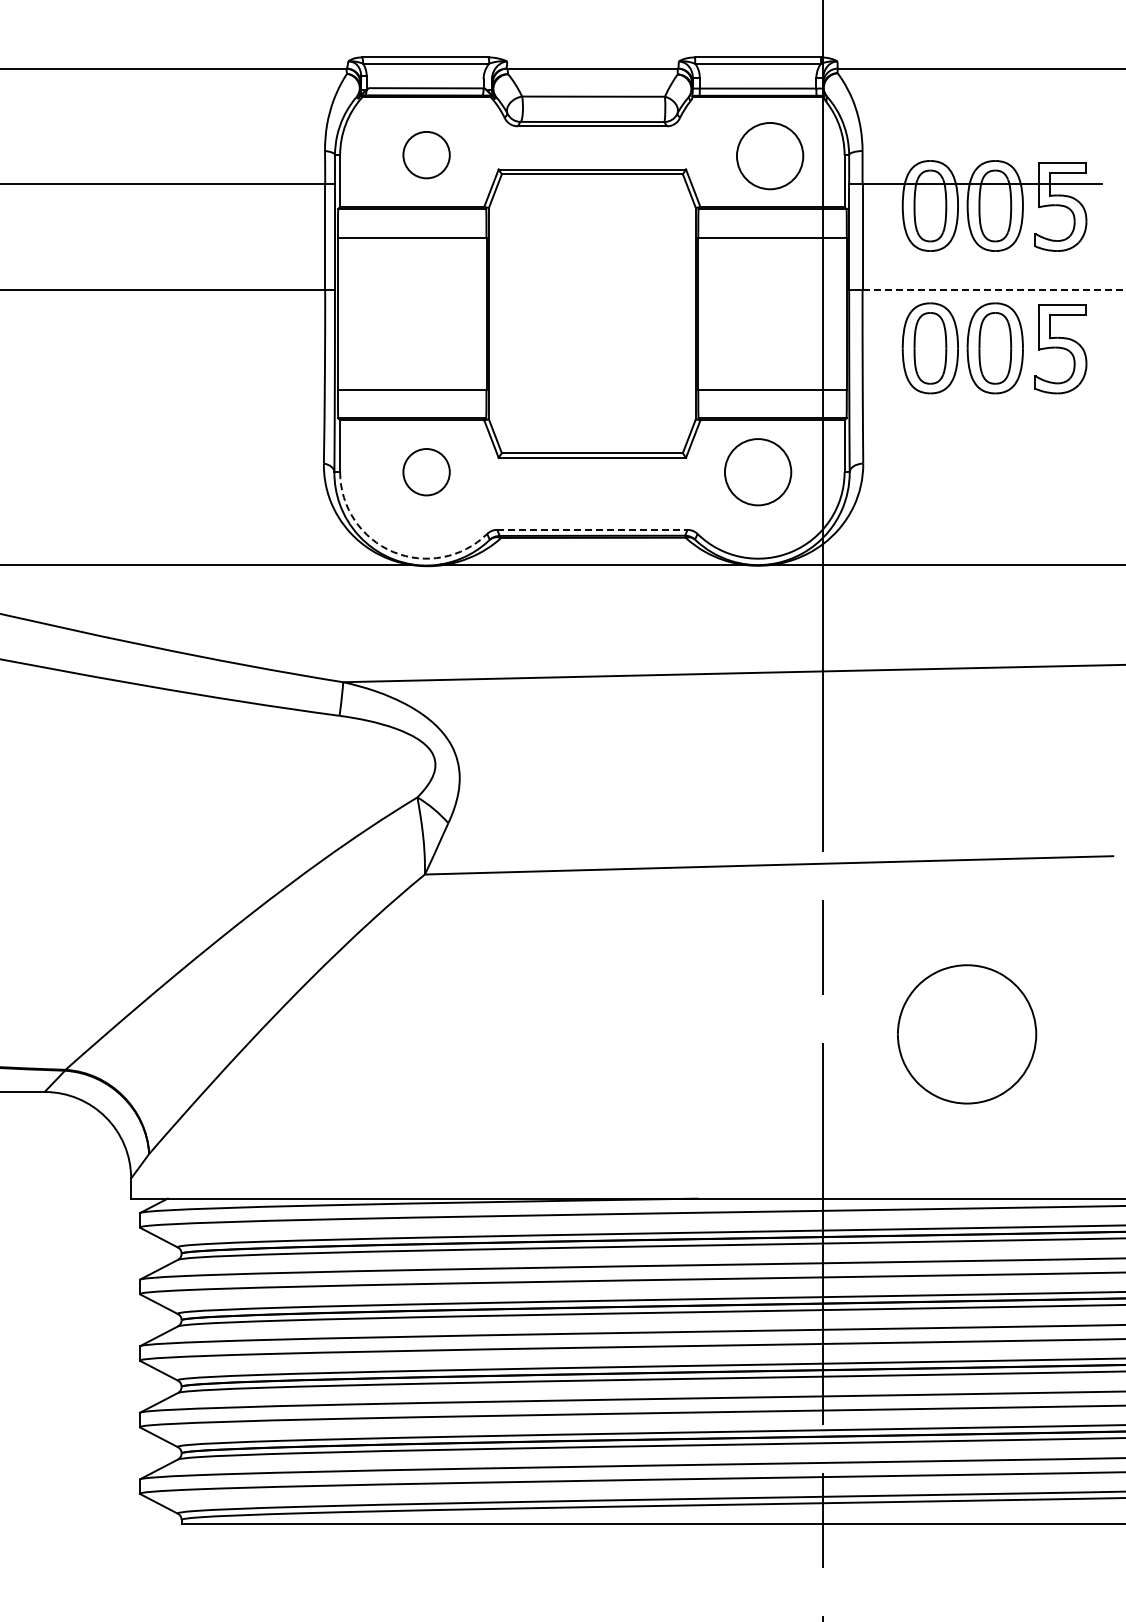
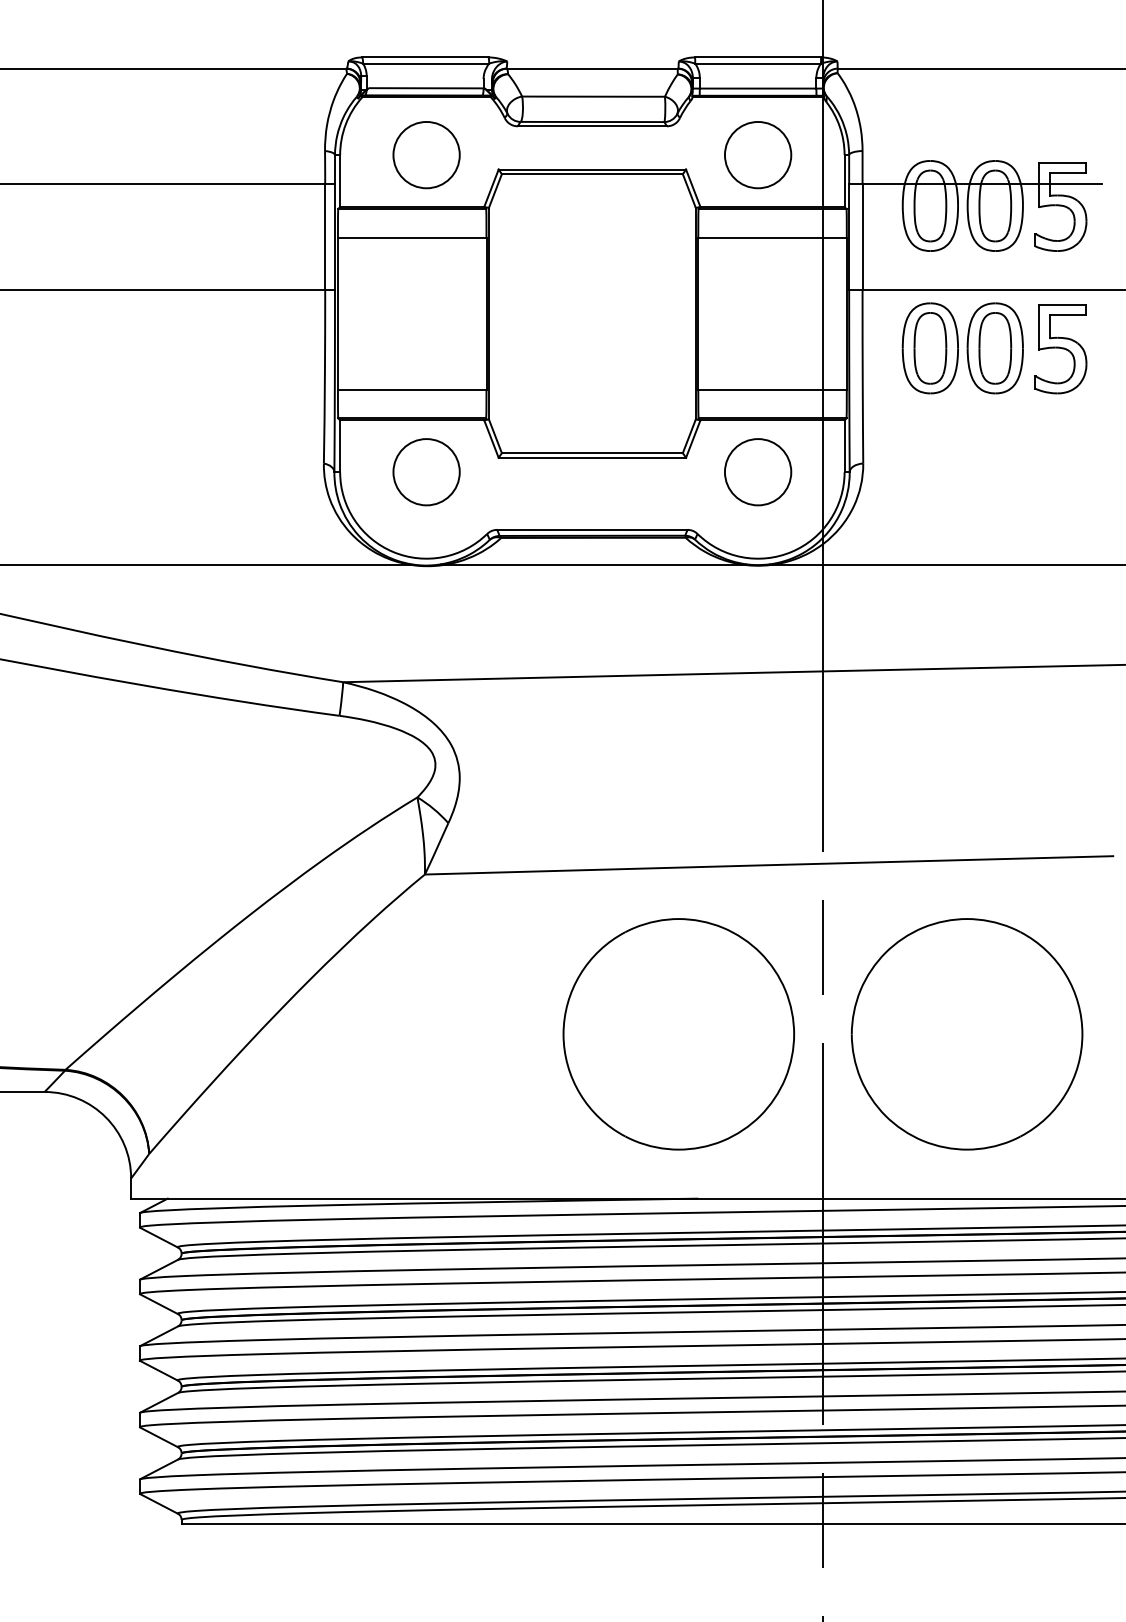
circle at (426, 154) diameter: 46 px -> 66 px
circle at (770, 156) position: (770, 156) -> (758, 155)
line at (993, 290): dashed -> solid
circle at (426, 472) diameter: 46 px -> 66 px
line at (592, 529): dashed -> solid
arc at (393, 551): dashed -> solid
part at (678, 1034): none -> present
part at (967, 1034) size: 141x141 px -> 234x233 px
